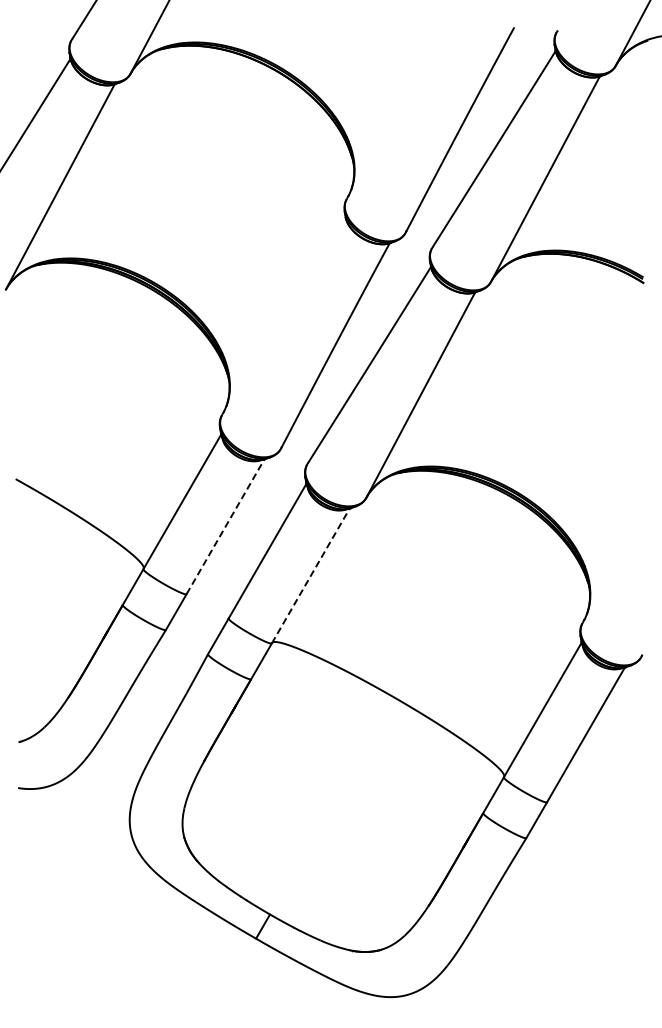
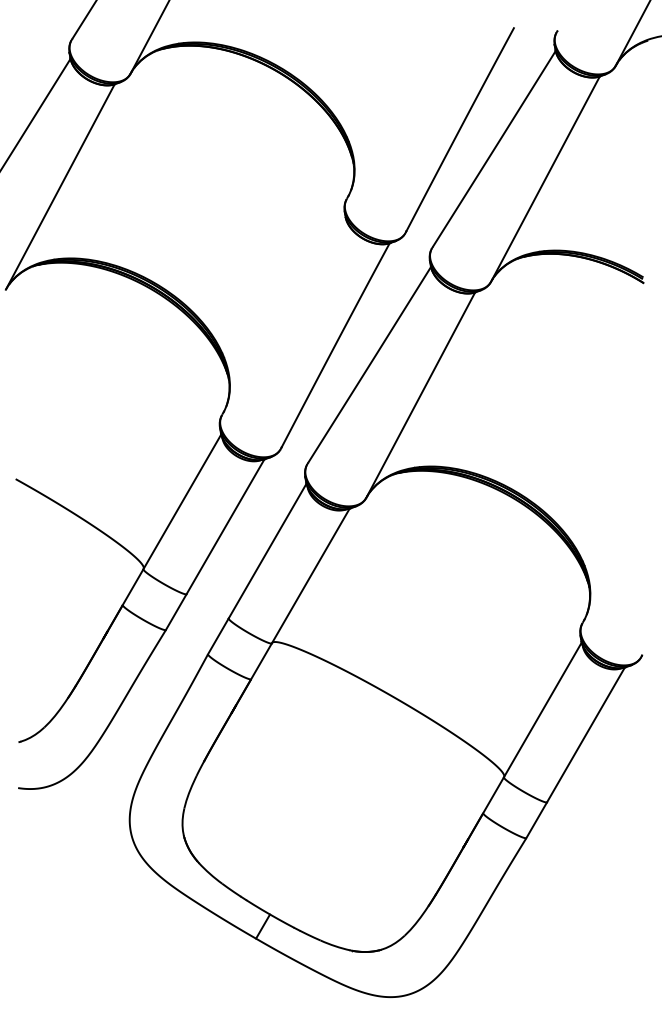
line at (225, 526): dashed -> solid
line at (310, 576): dashed -> solid
